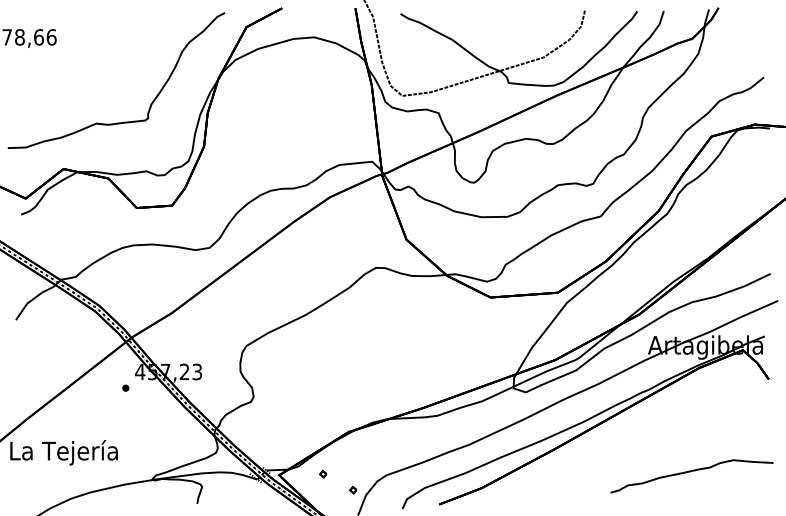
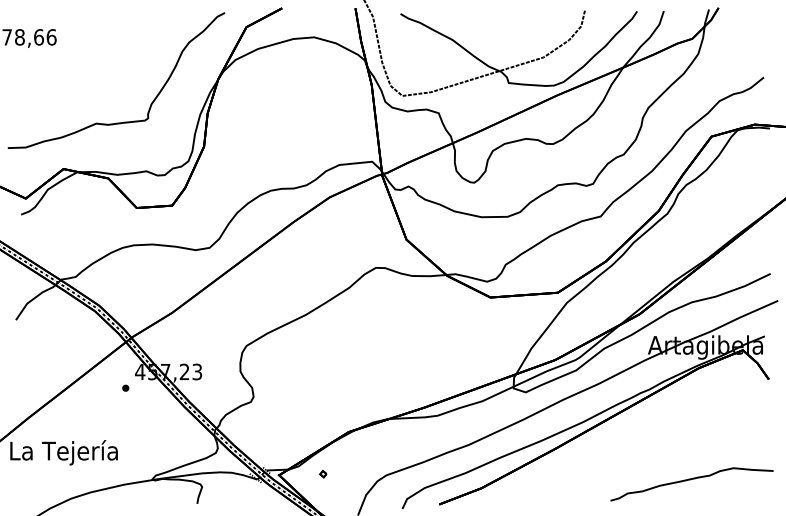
curve at (690, 472) position: (690, 472) -> (690, 480)
part at (353, 489): present -> none
